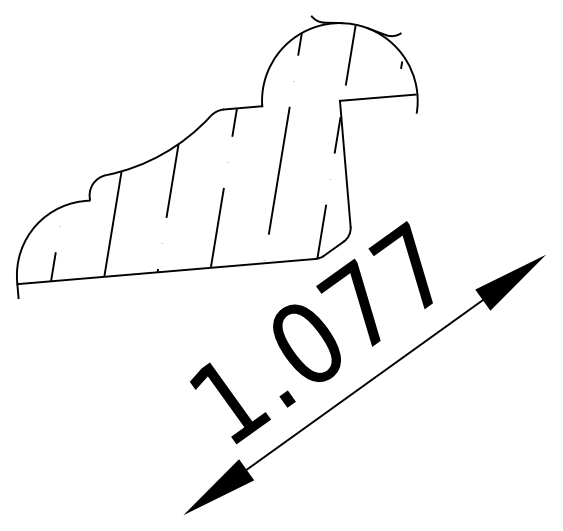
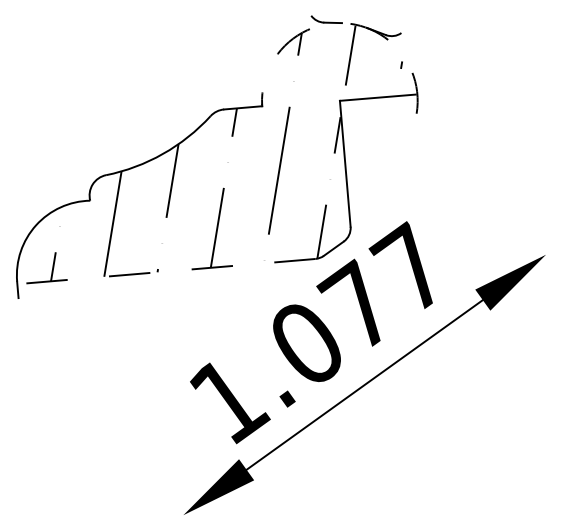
arc at (344, 23): solid -> dashed
line at (166, 271): solid -> dashed
